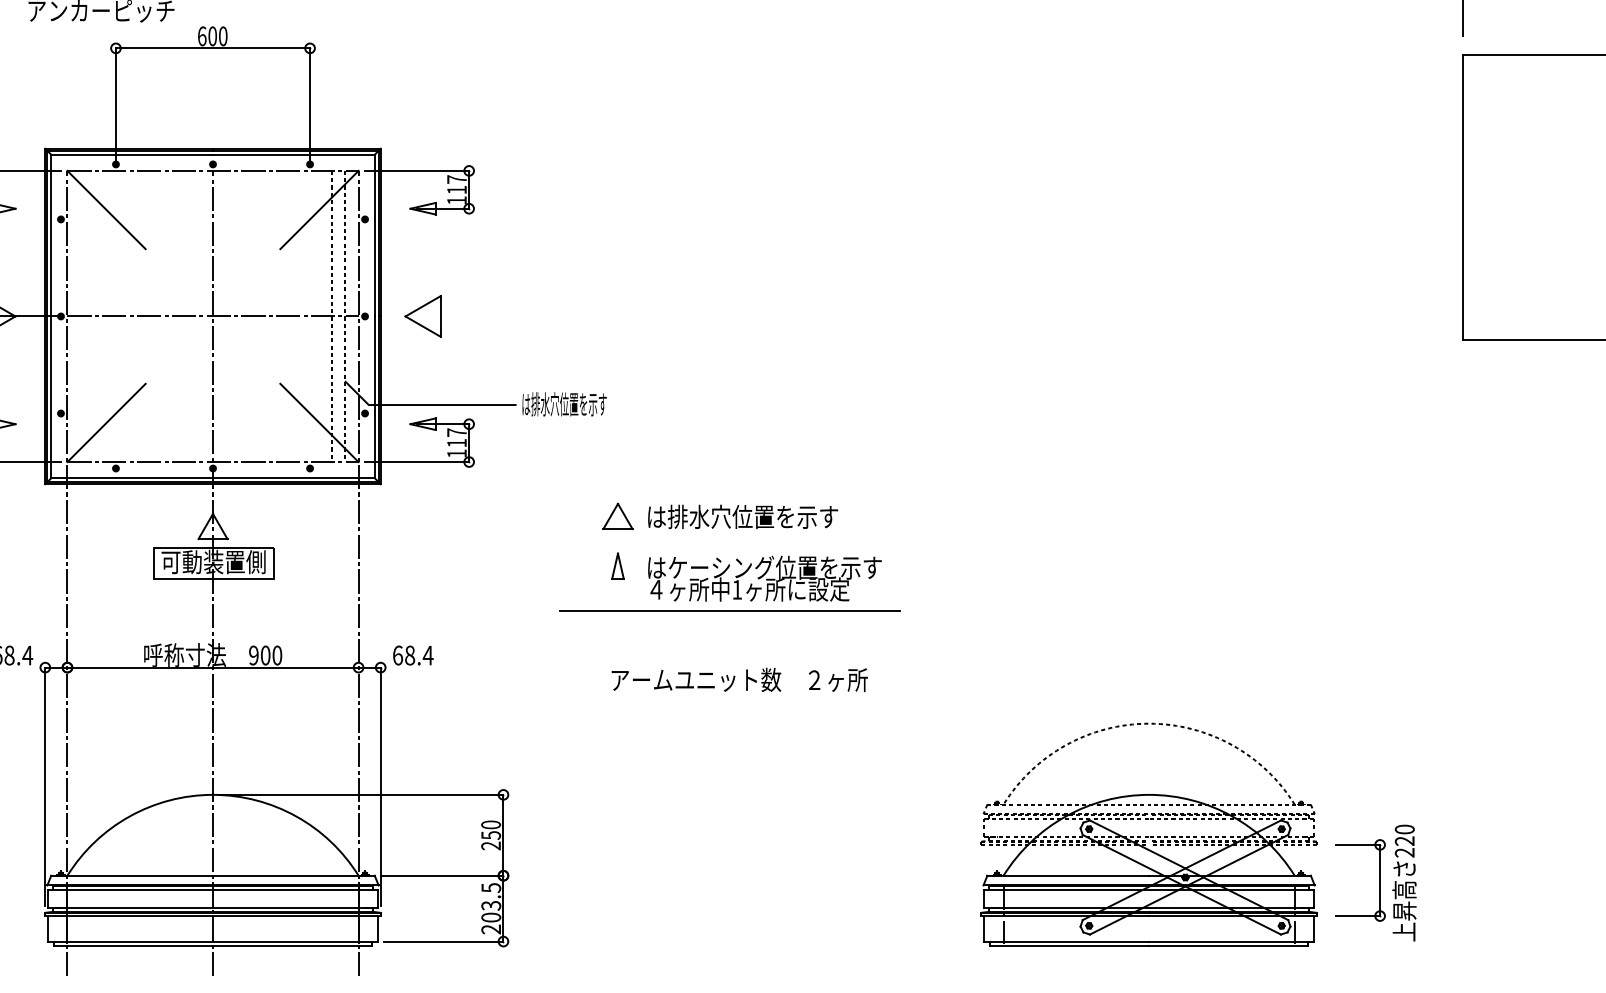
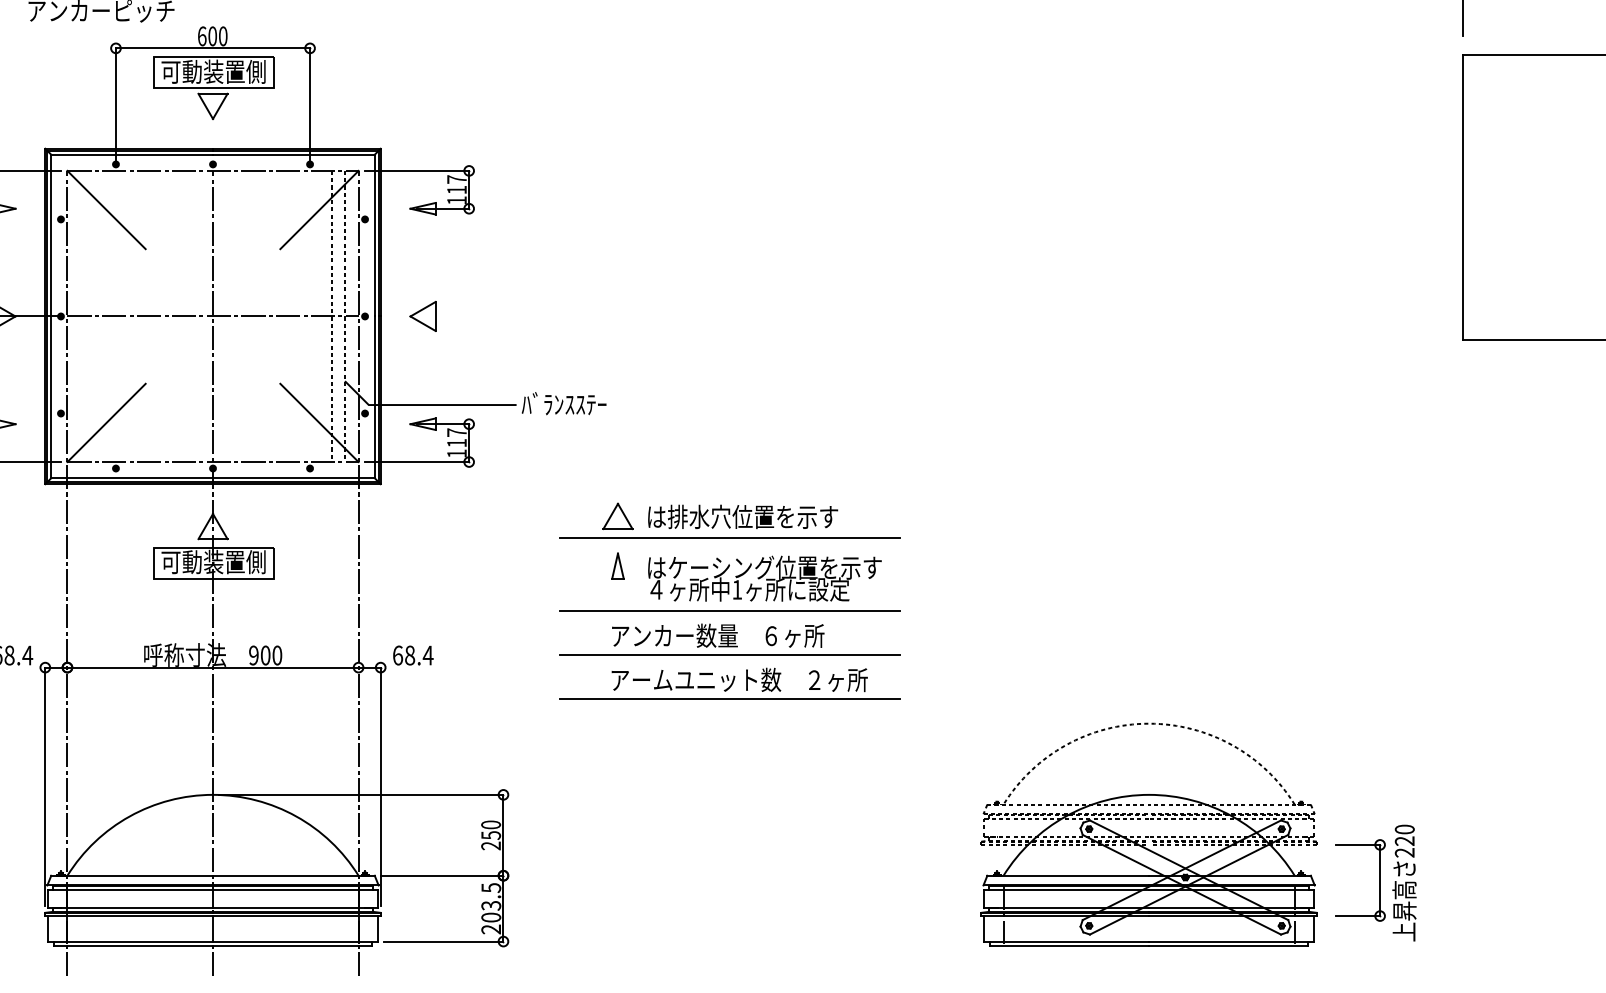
part at (213, 87): none -> present
part at (422, 316) size: 38x43 px -> 28x31 px
text at (563, 404): は排水穴位置を示す -> ﾊﾞﾗﾝｽｽﾃｰ
line at (729, 538): none -> present
part at (729, 639): none -> present
line at (729, 699): none -> present
